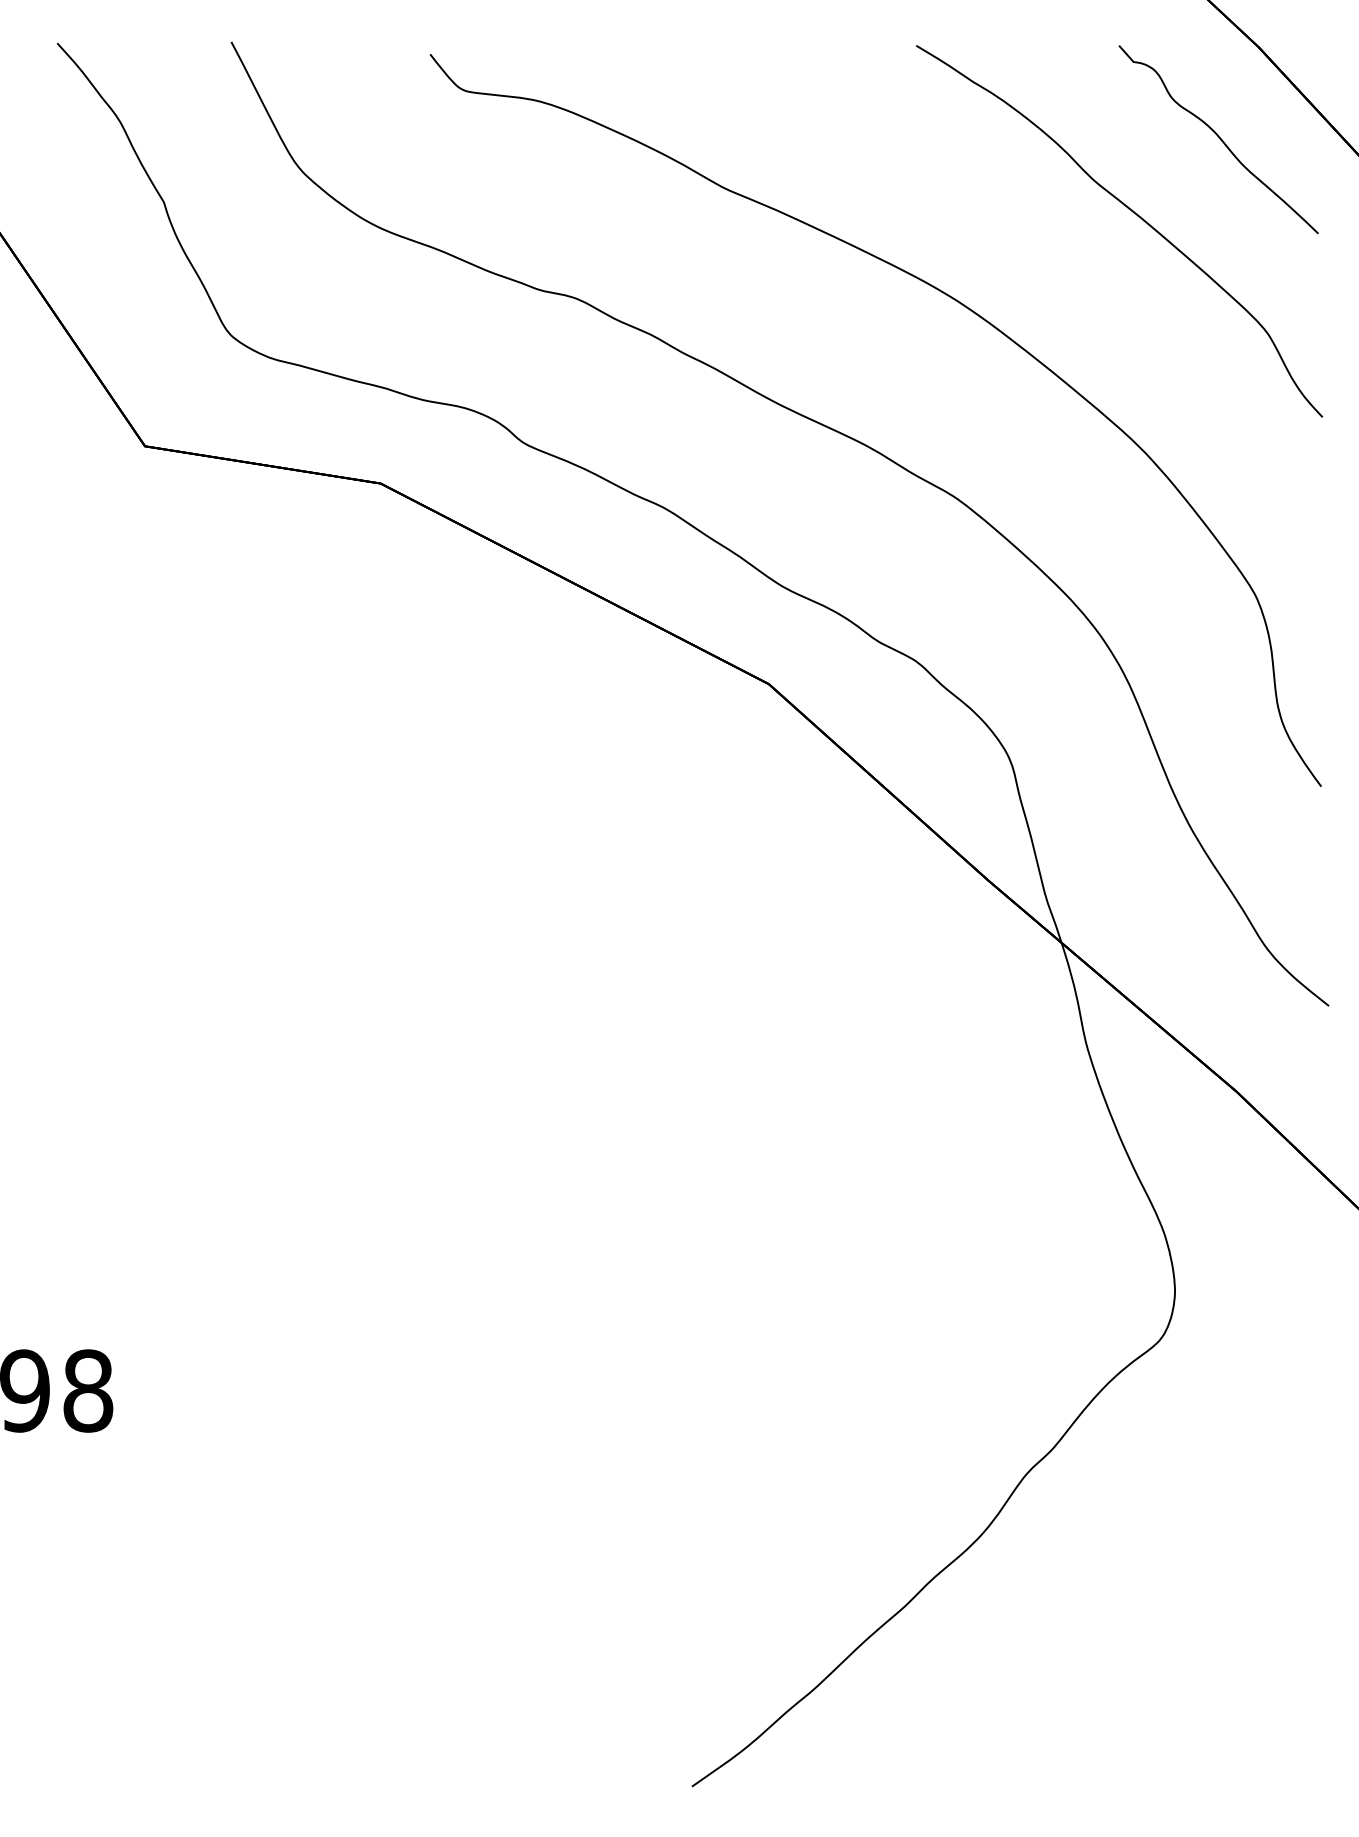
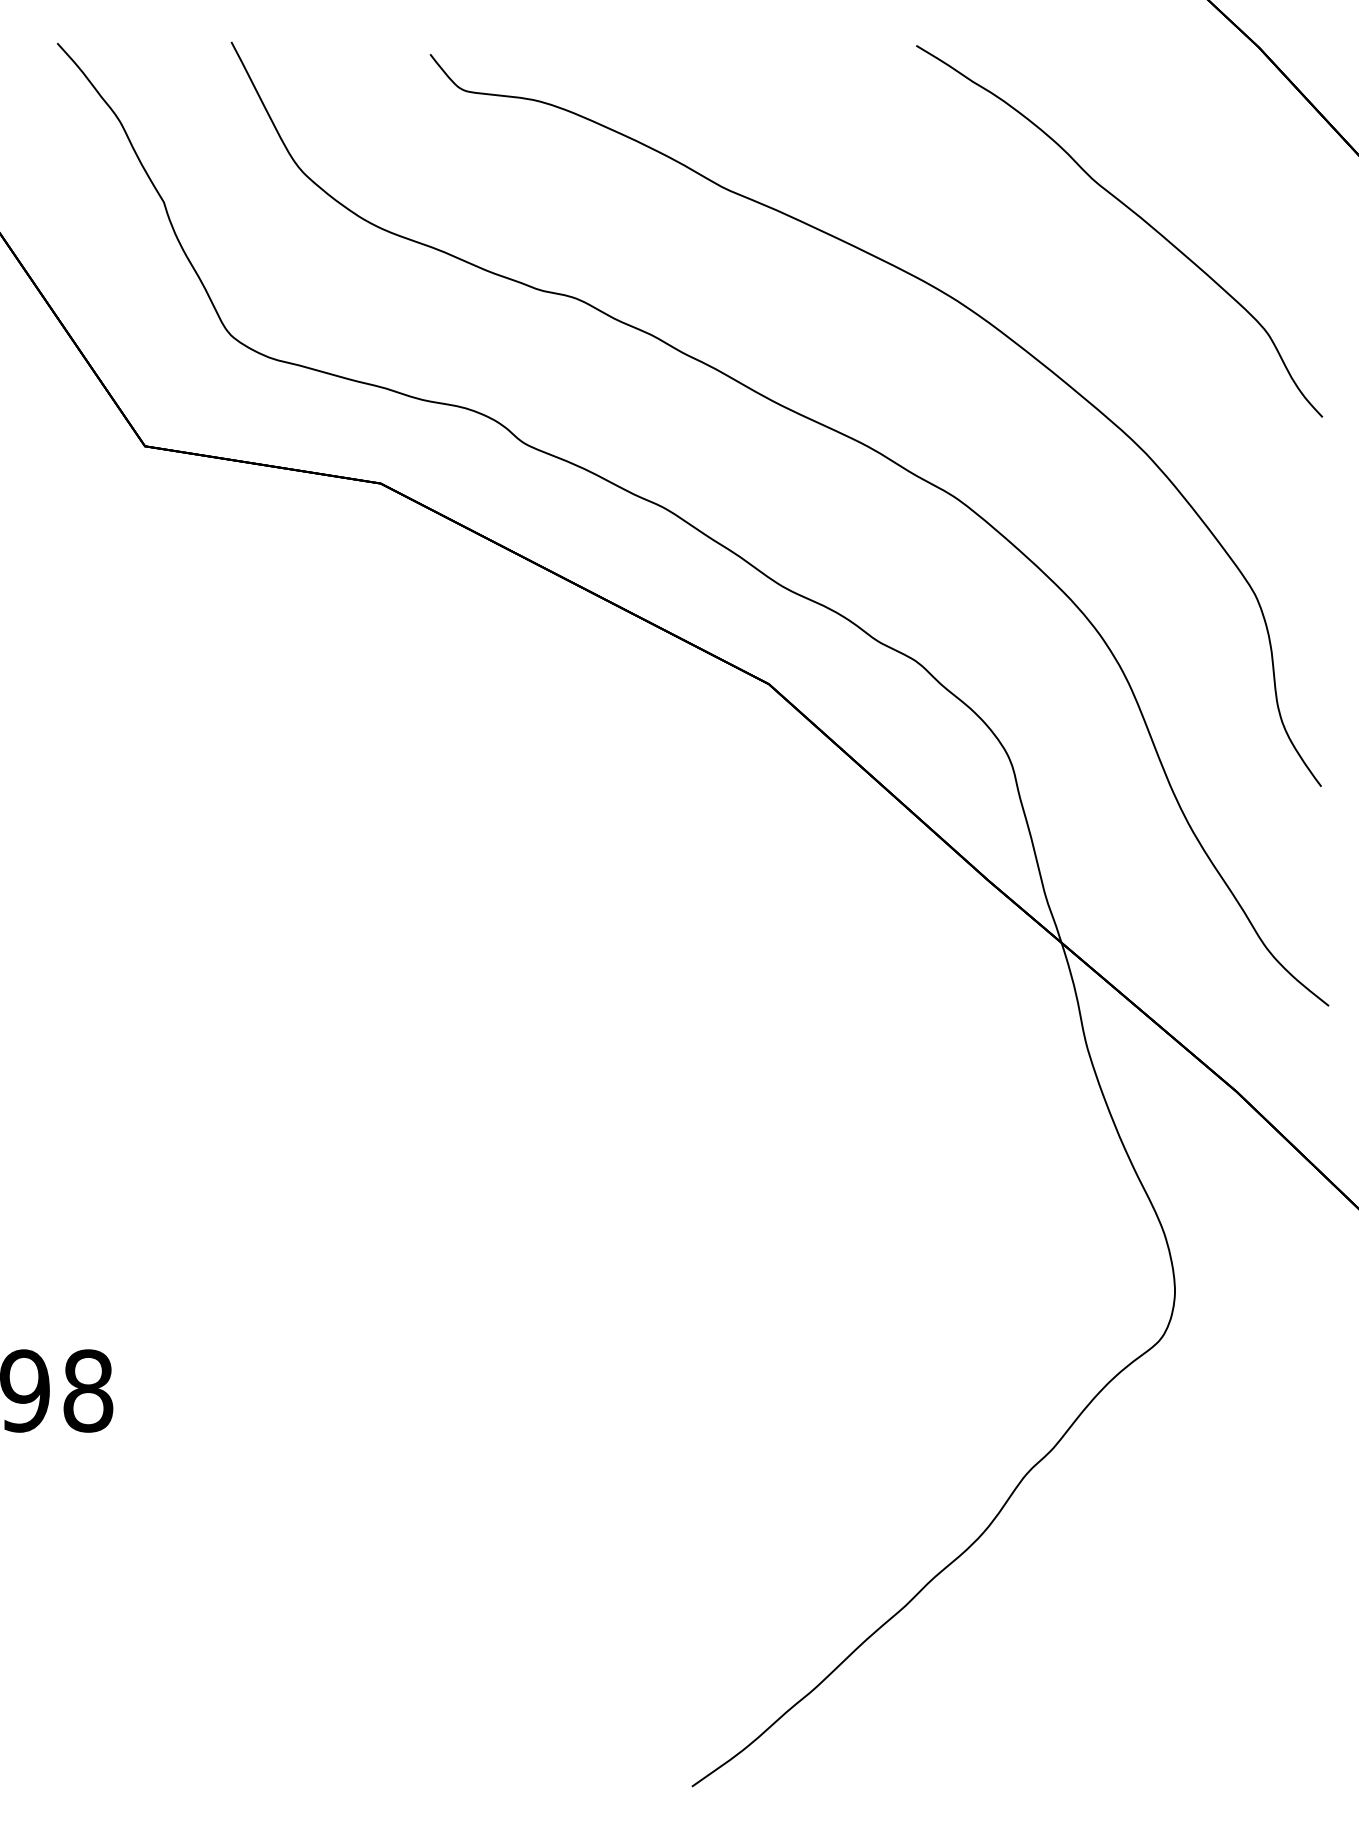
curve at (1219, 139): present -> none
